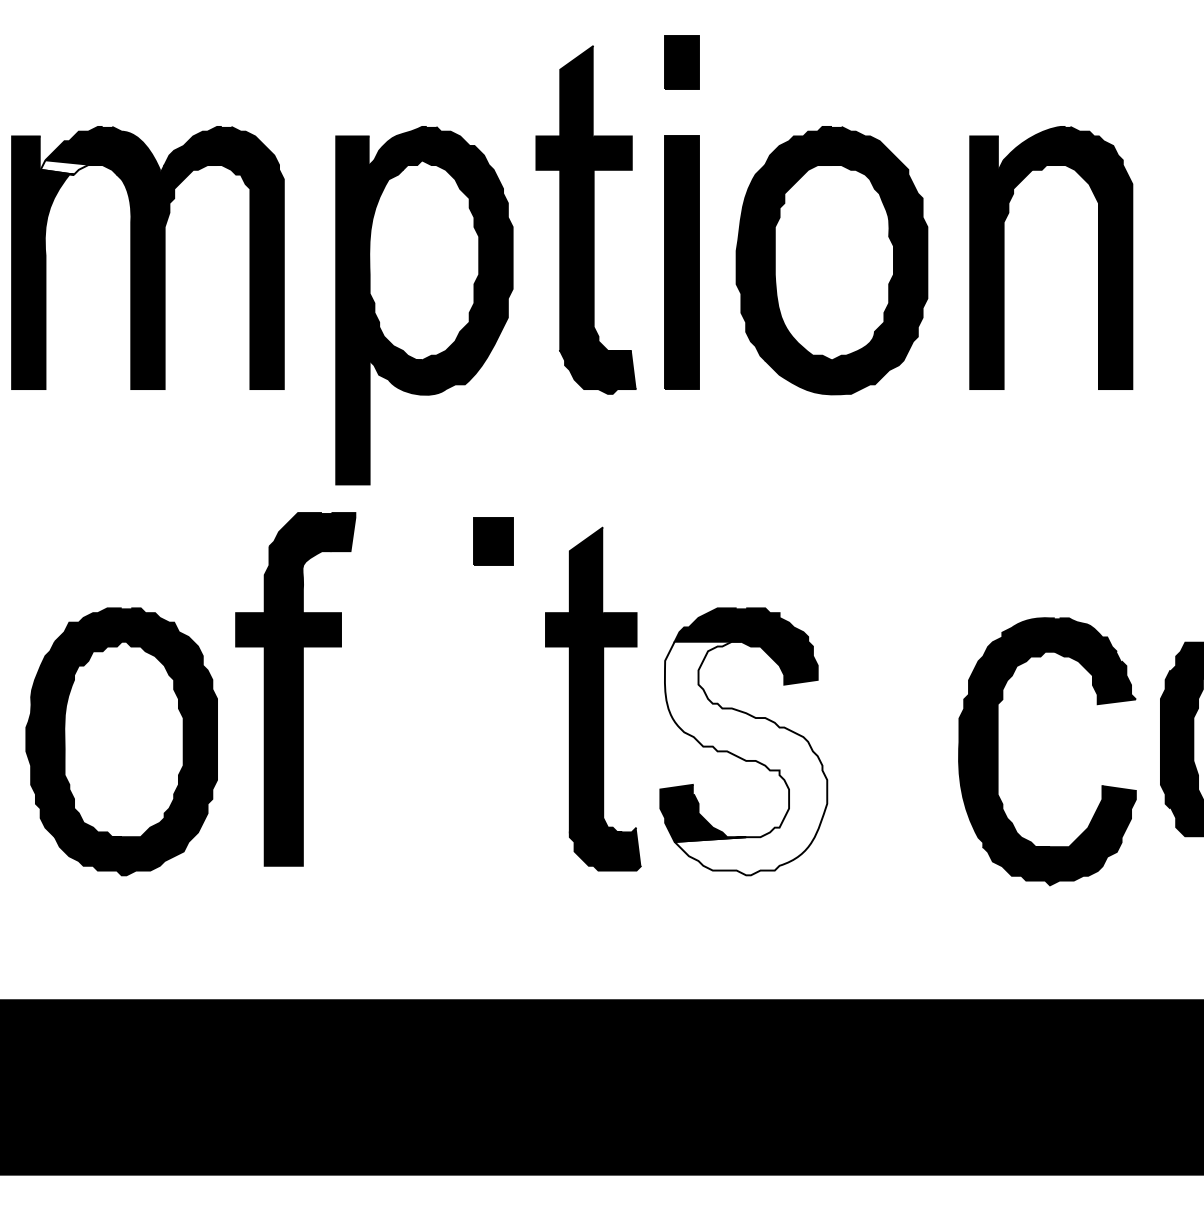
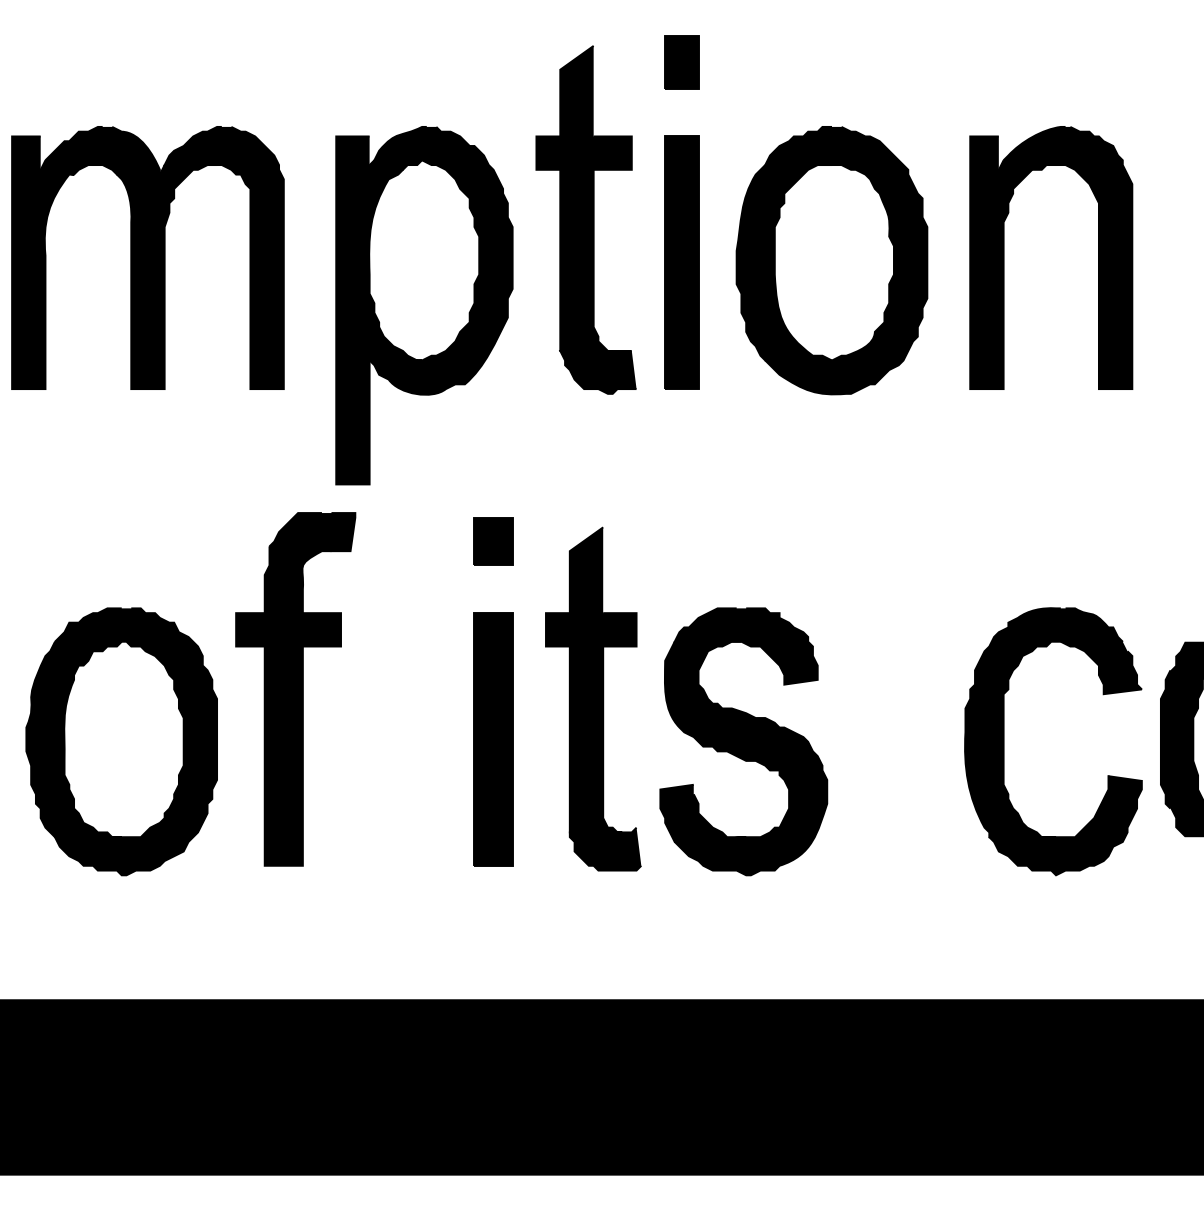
fill at (66, 167): none -> present
part at (493, 739): none -> present
part at (998, 751) position: (998, 751) -> (1004, 741)
fill at (745, 758): none -> present
